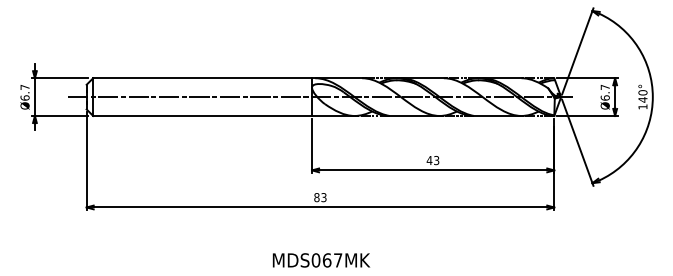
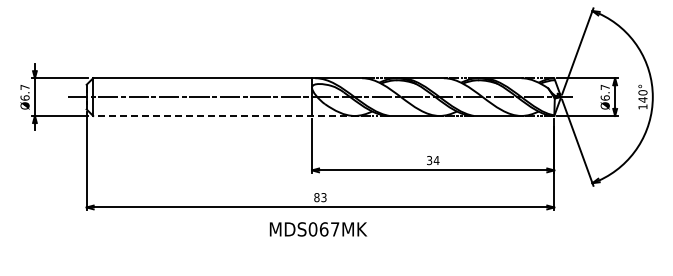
line at (225, 115): solid -> dashed
text at (432, 160): 43 -> 34
text at (321, 260) position: (321, 260) -> (318, 229)
